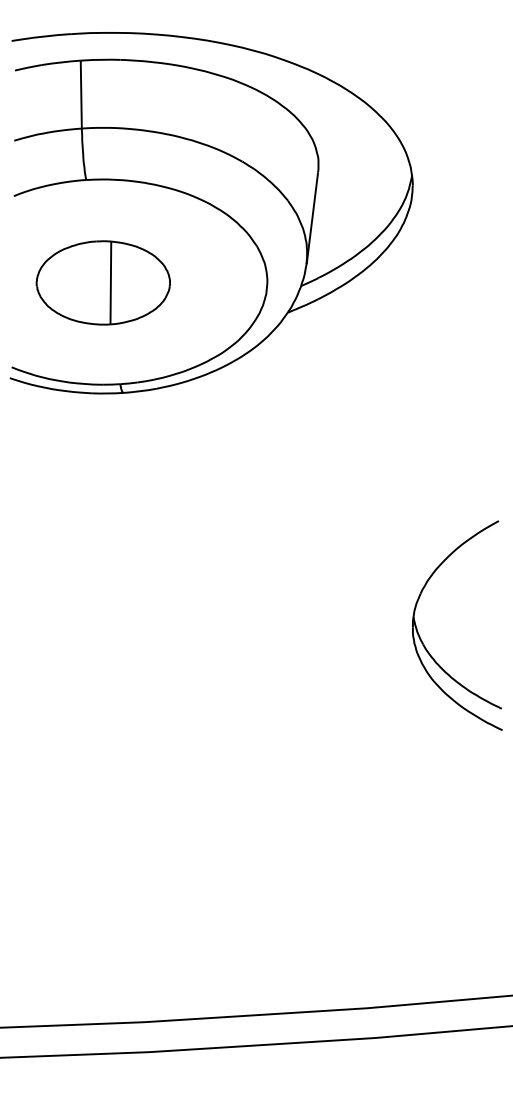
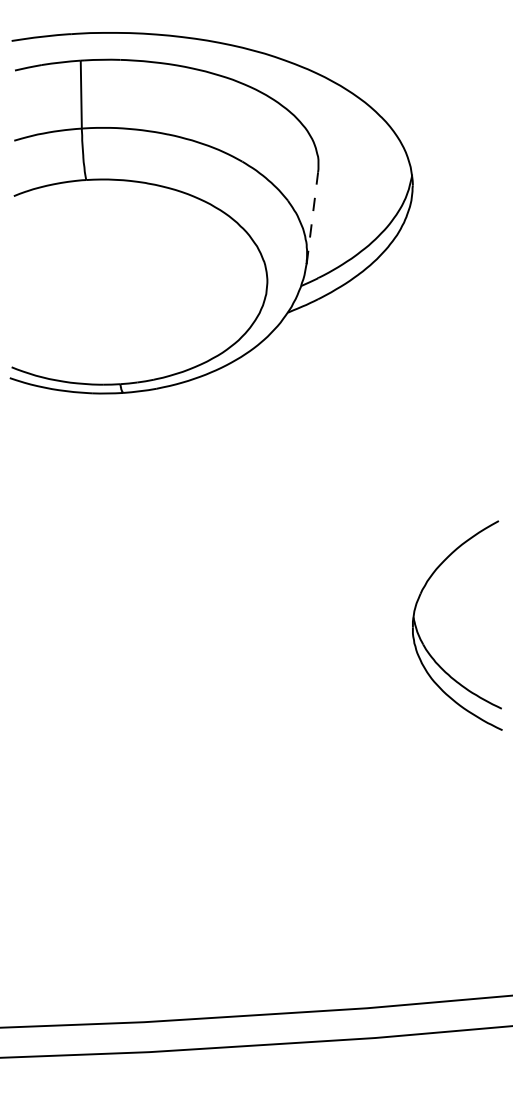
line at (312, 217): solid -> dashed
part at (102, 282): present -> none
